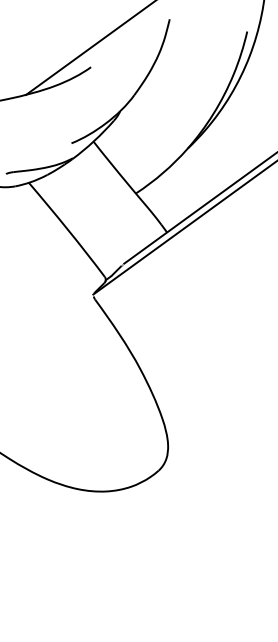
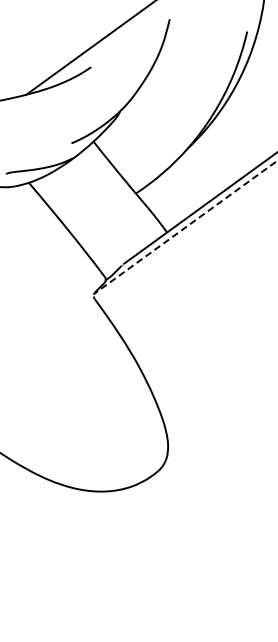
line at (185, 227): solid -> dashed
